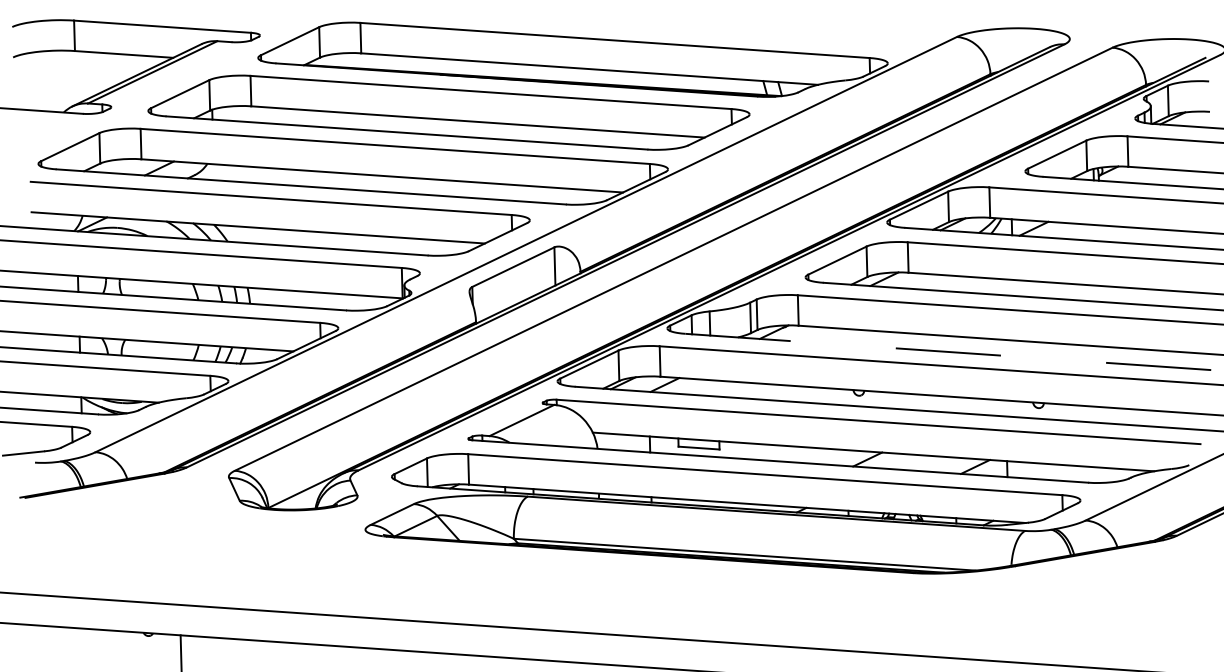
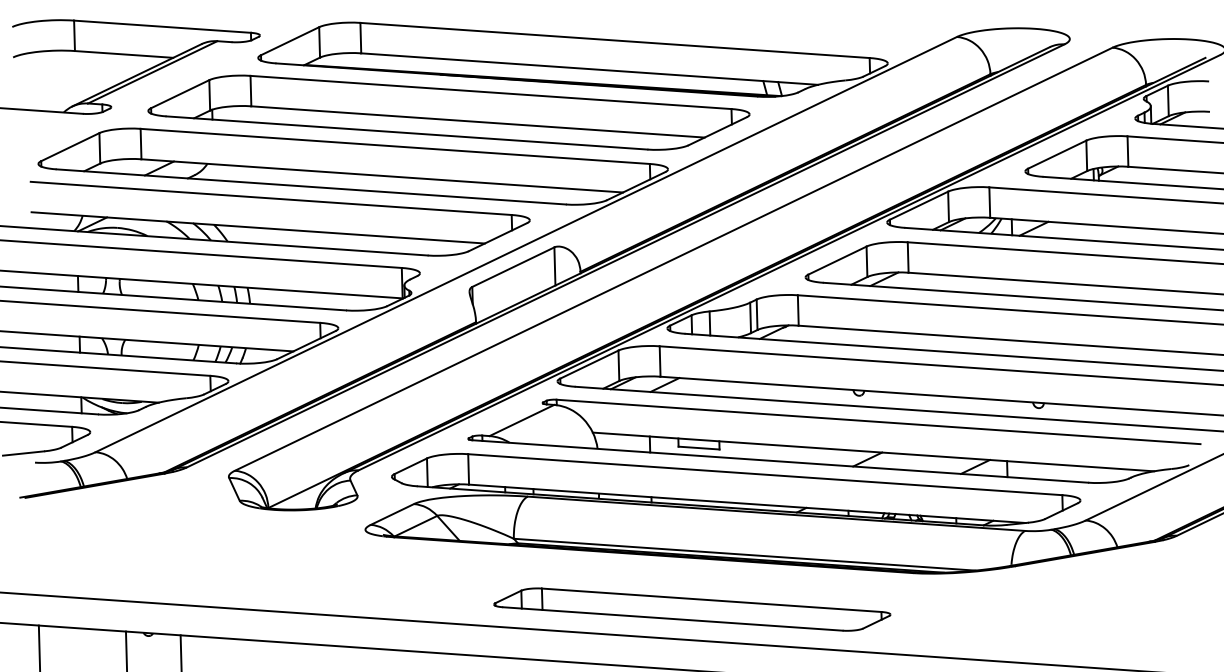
line at (954, 352): dashed -> solid
part at (692, 609): none -> present
line at (39, 646): none -> present
line at (125, 649): none -> present
